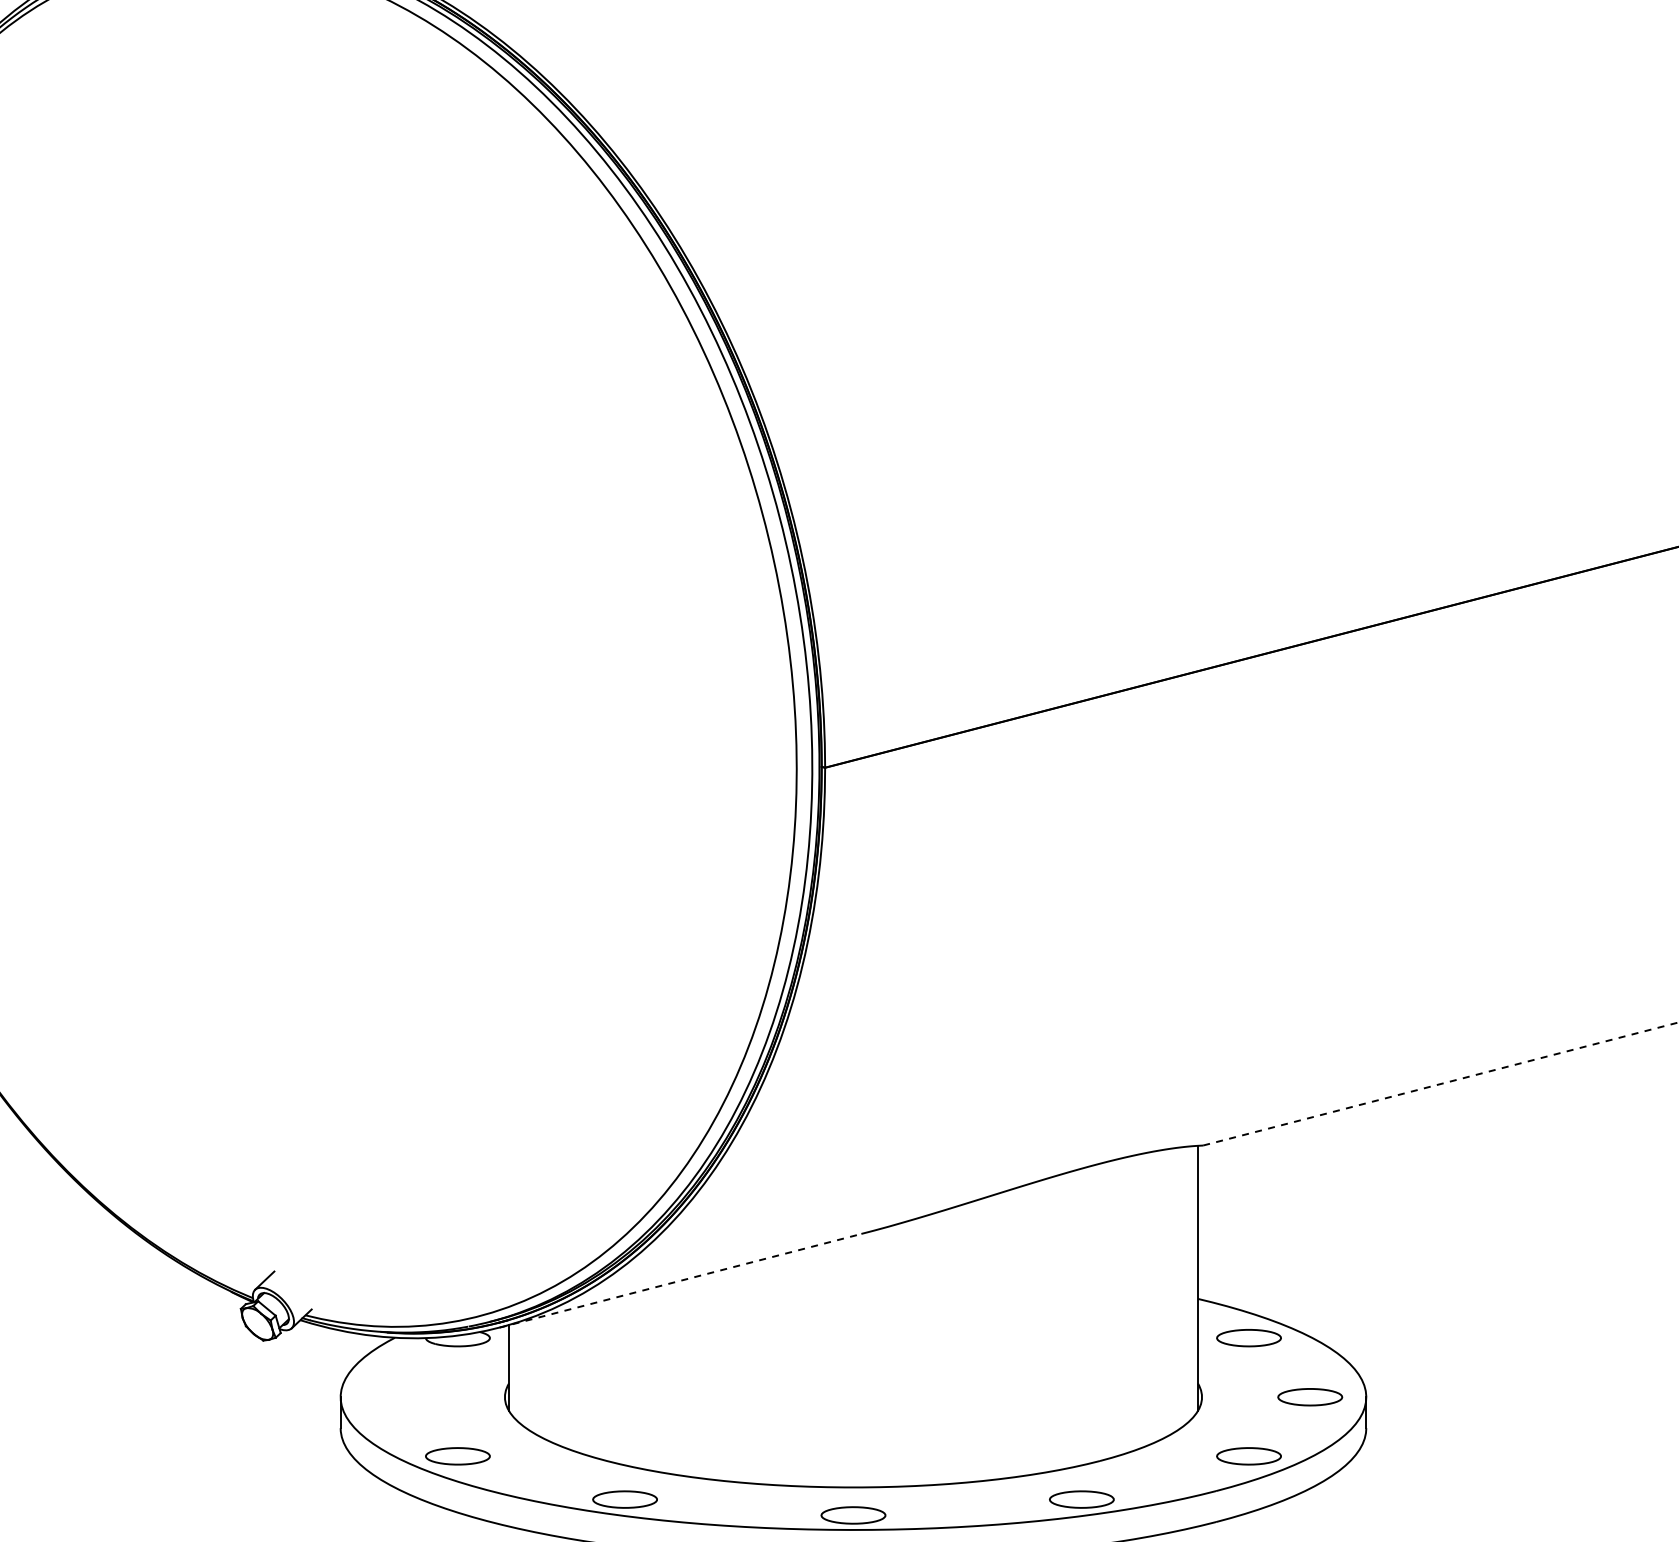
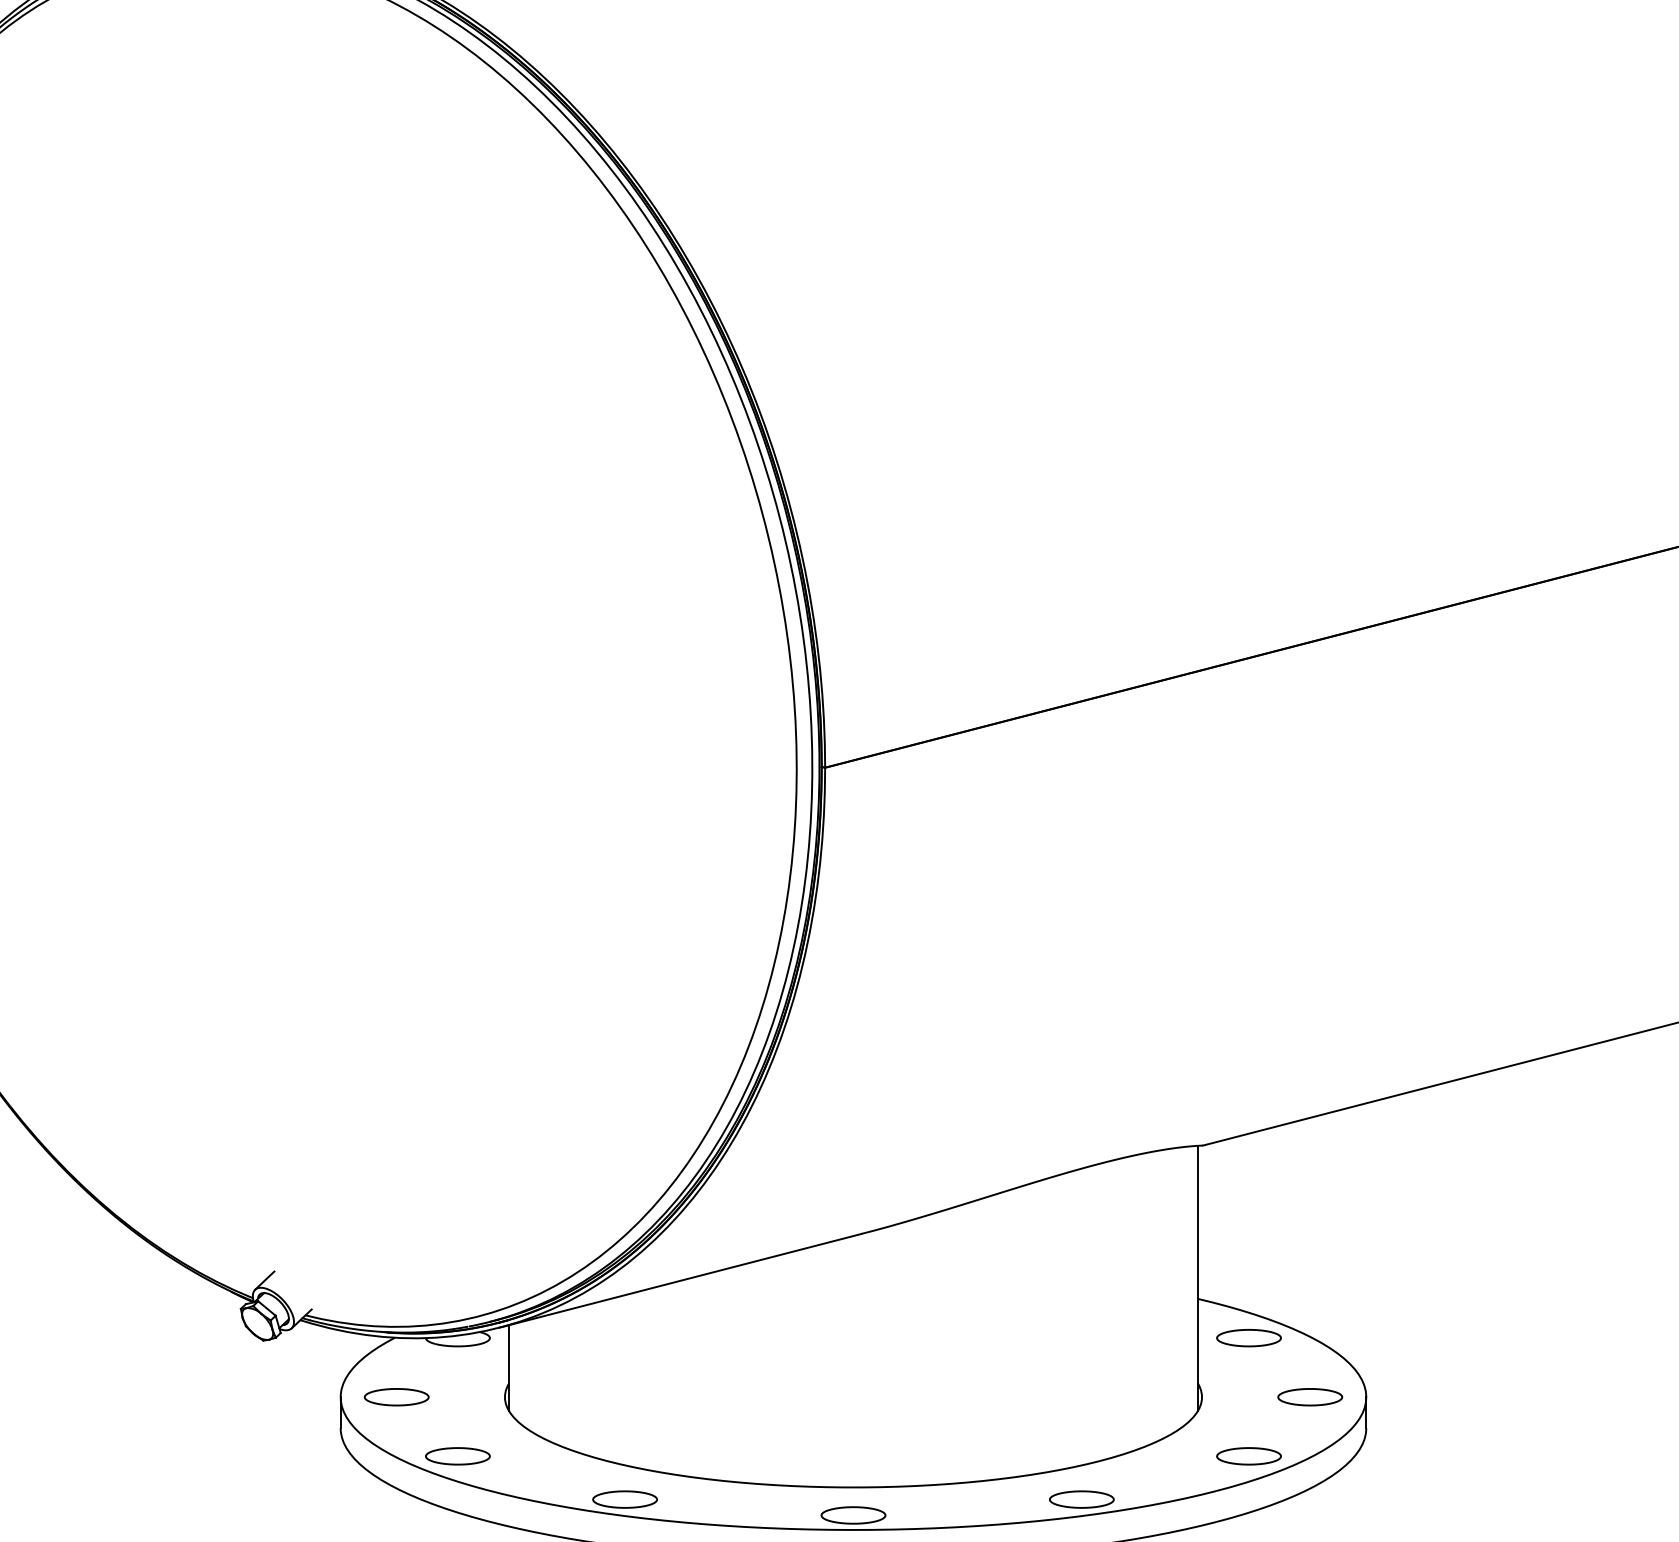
line at (1441, 1083): dashed -> solid
line at (680, 1280): dashed -> solid
part at (396, 1397): none -> present
